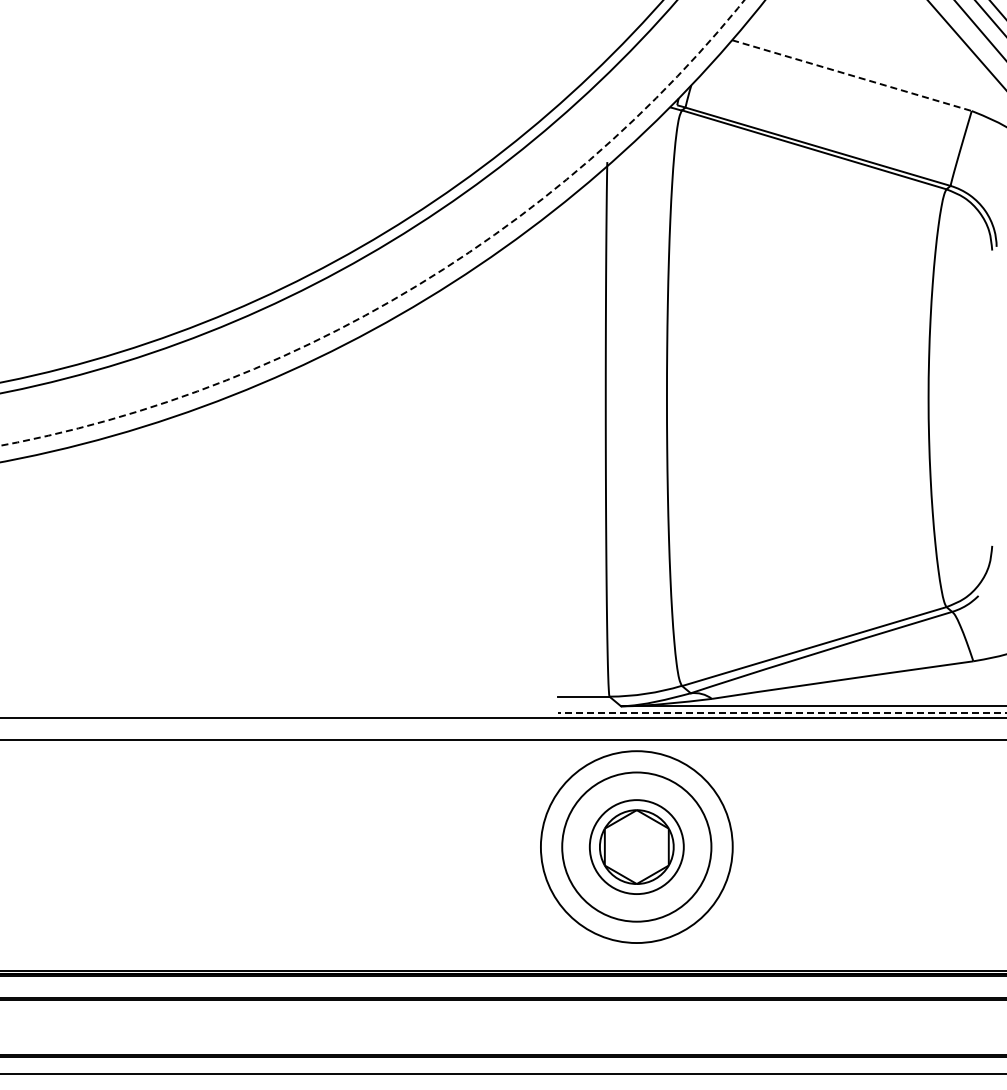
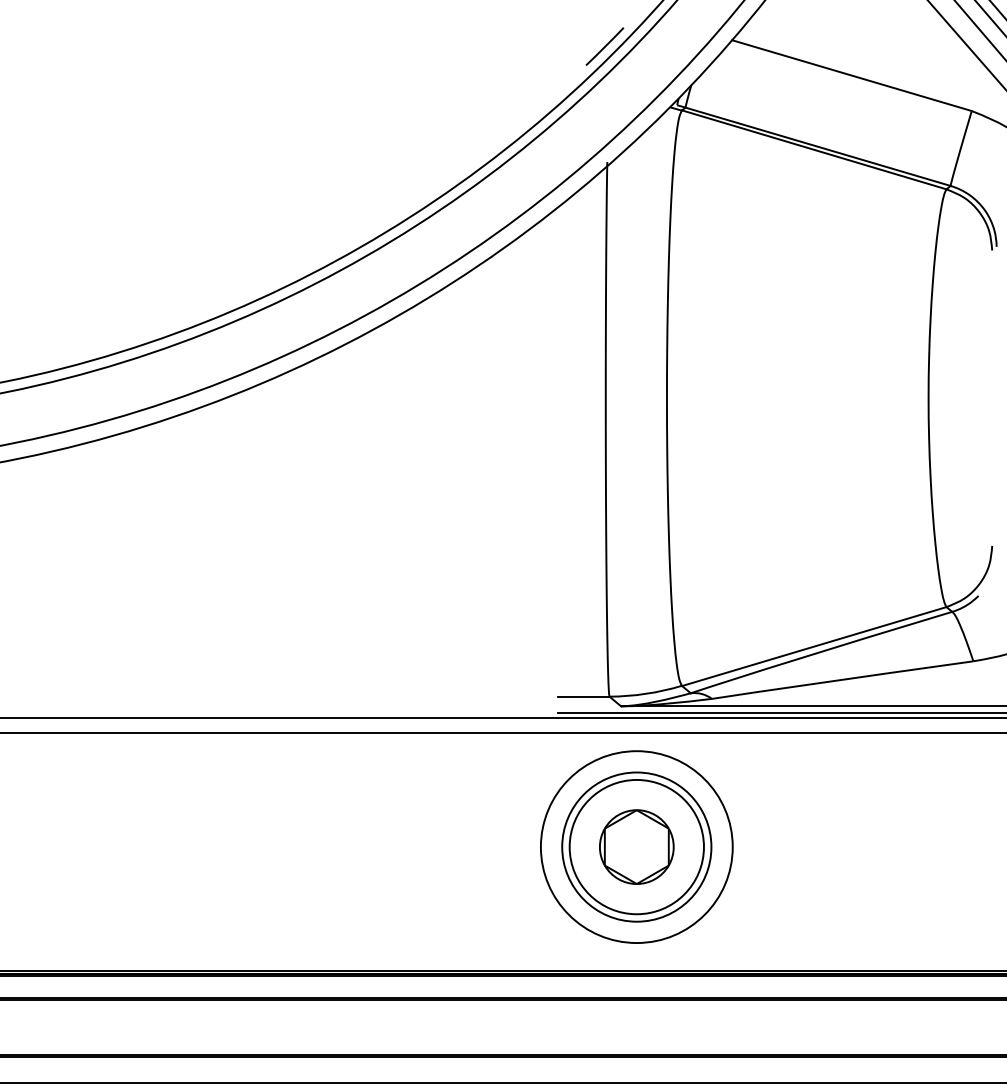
line at (604, 46): none -> present
line at (851, 75): dashed -> solid
circle at (372, 222): dashed -> solid
line at (781, 713): dashed -> solid
line at (502, 740) position: (502, 740) -> (502, 733)
circle at (636, 847) diameter: 94 px -> 134 px
line at (502, 1074) position: (502, 1074) -> (502, 1083)
